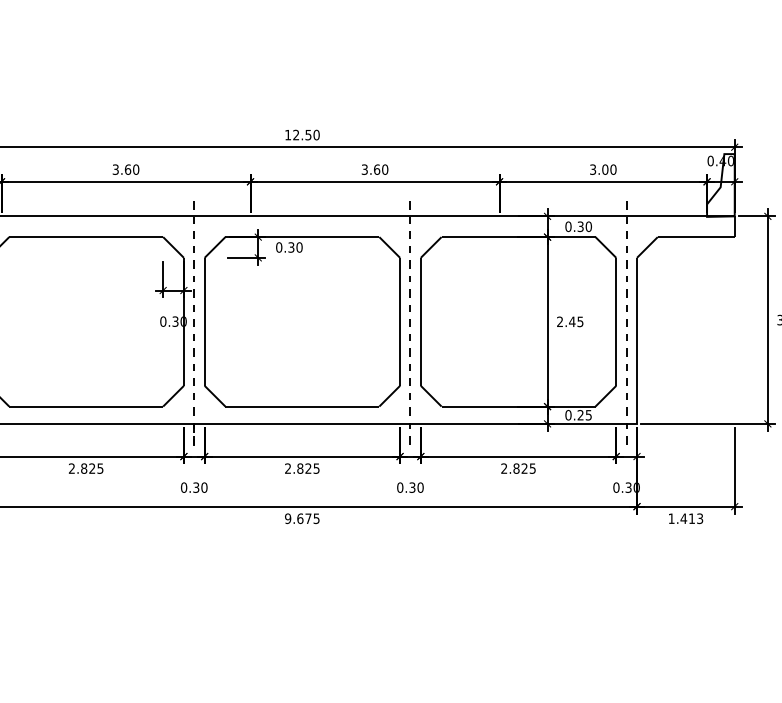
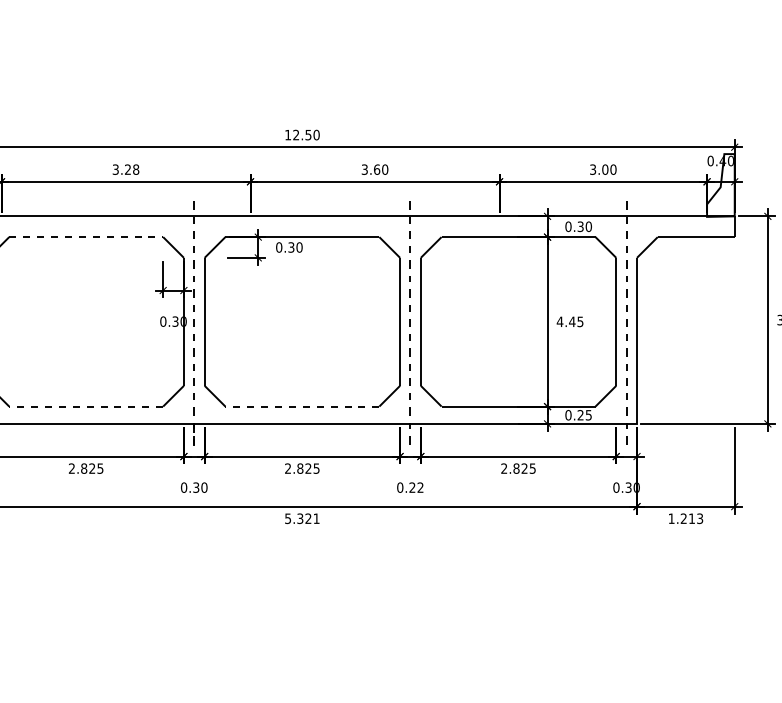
text at (131, 169): 3.60 -> 3.28
line at (86, 237): solid -> dashed
text at (559, 321): 2.45 -> 4.45
line at (86, 406): solid -> dashed
line at (302, 406): solid -> dashed
text at (416, 487): 0.30 -> 0.22
text at (302, 518): 9.675 -> 5.321
text at (683, 518): 1.413 -> 1.213
